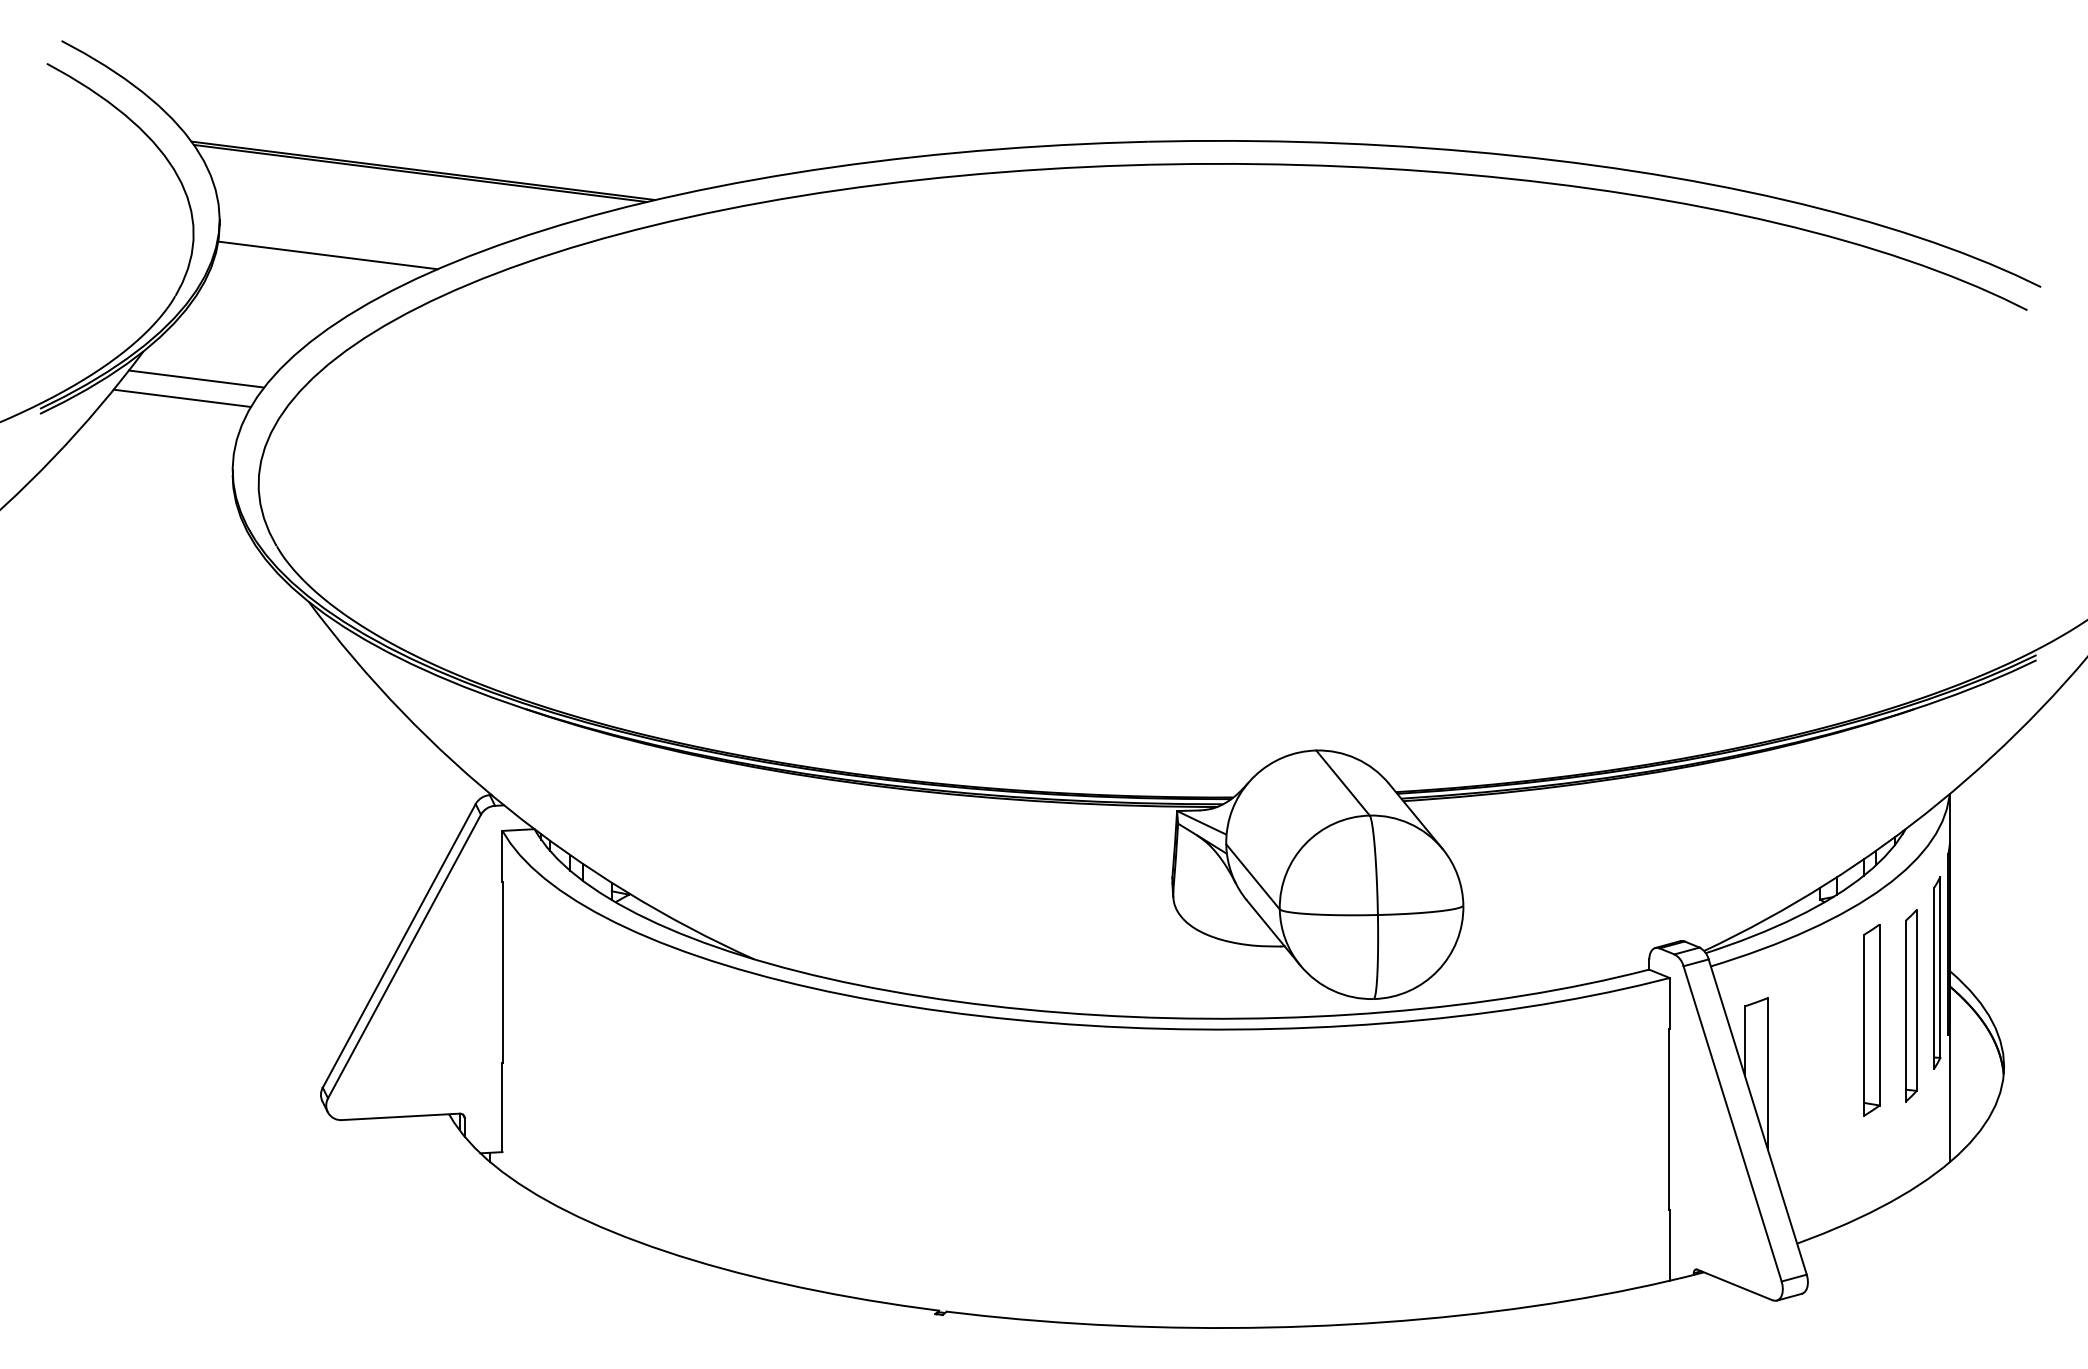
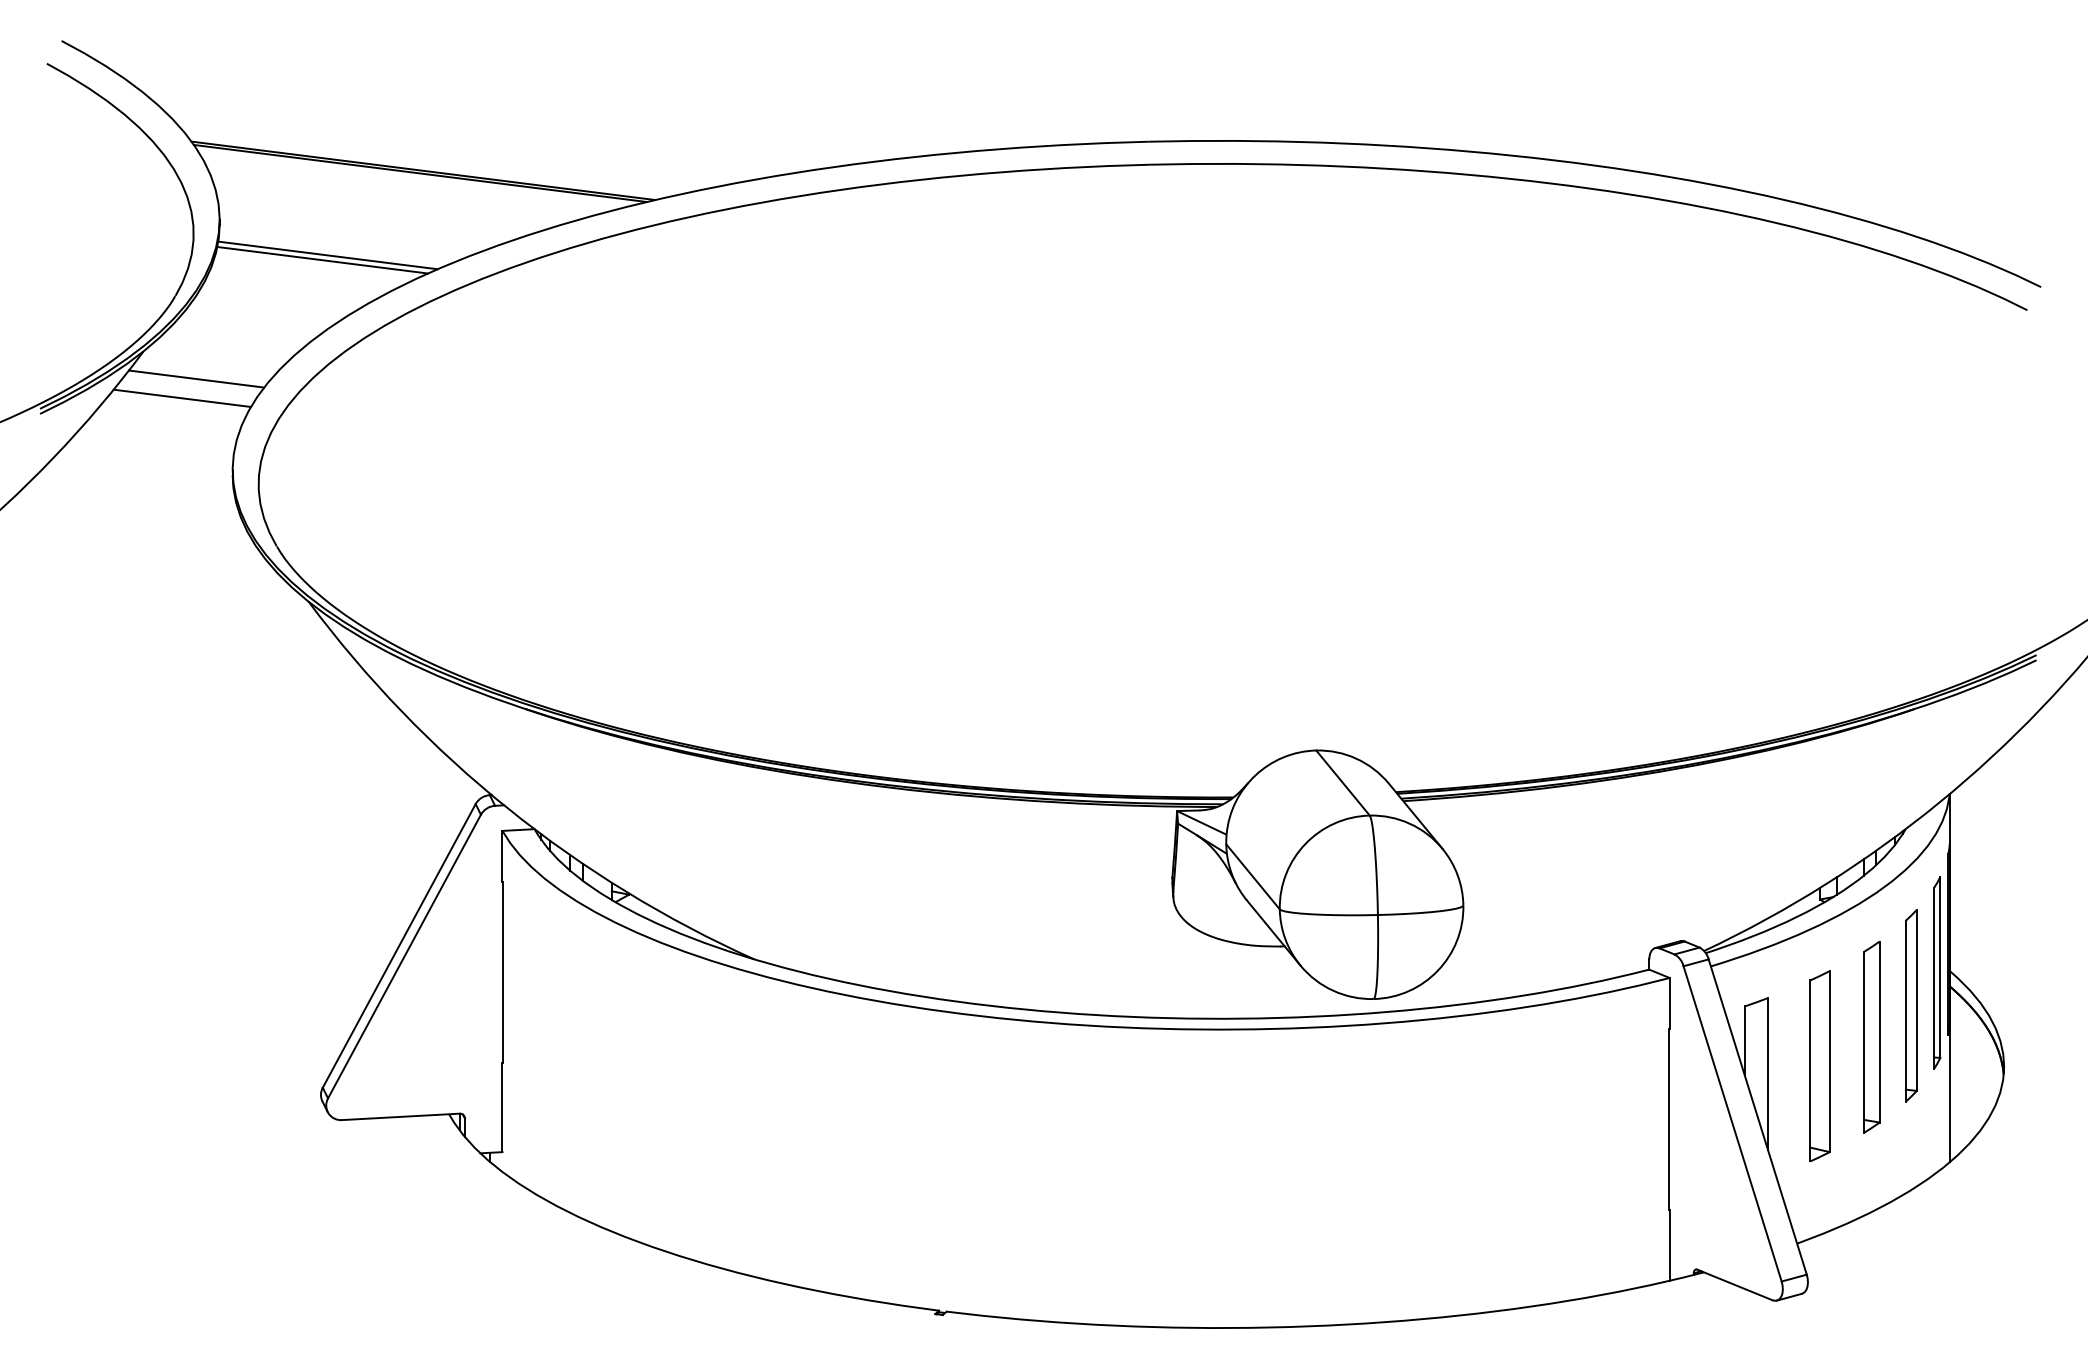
line at (322, 259): none -> present
part at (1871, 1020) position: (1871, 1020) -> (1871, 1037)
part at (1819, 1065): none -> present
